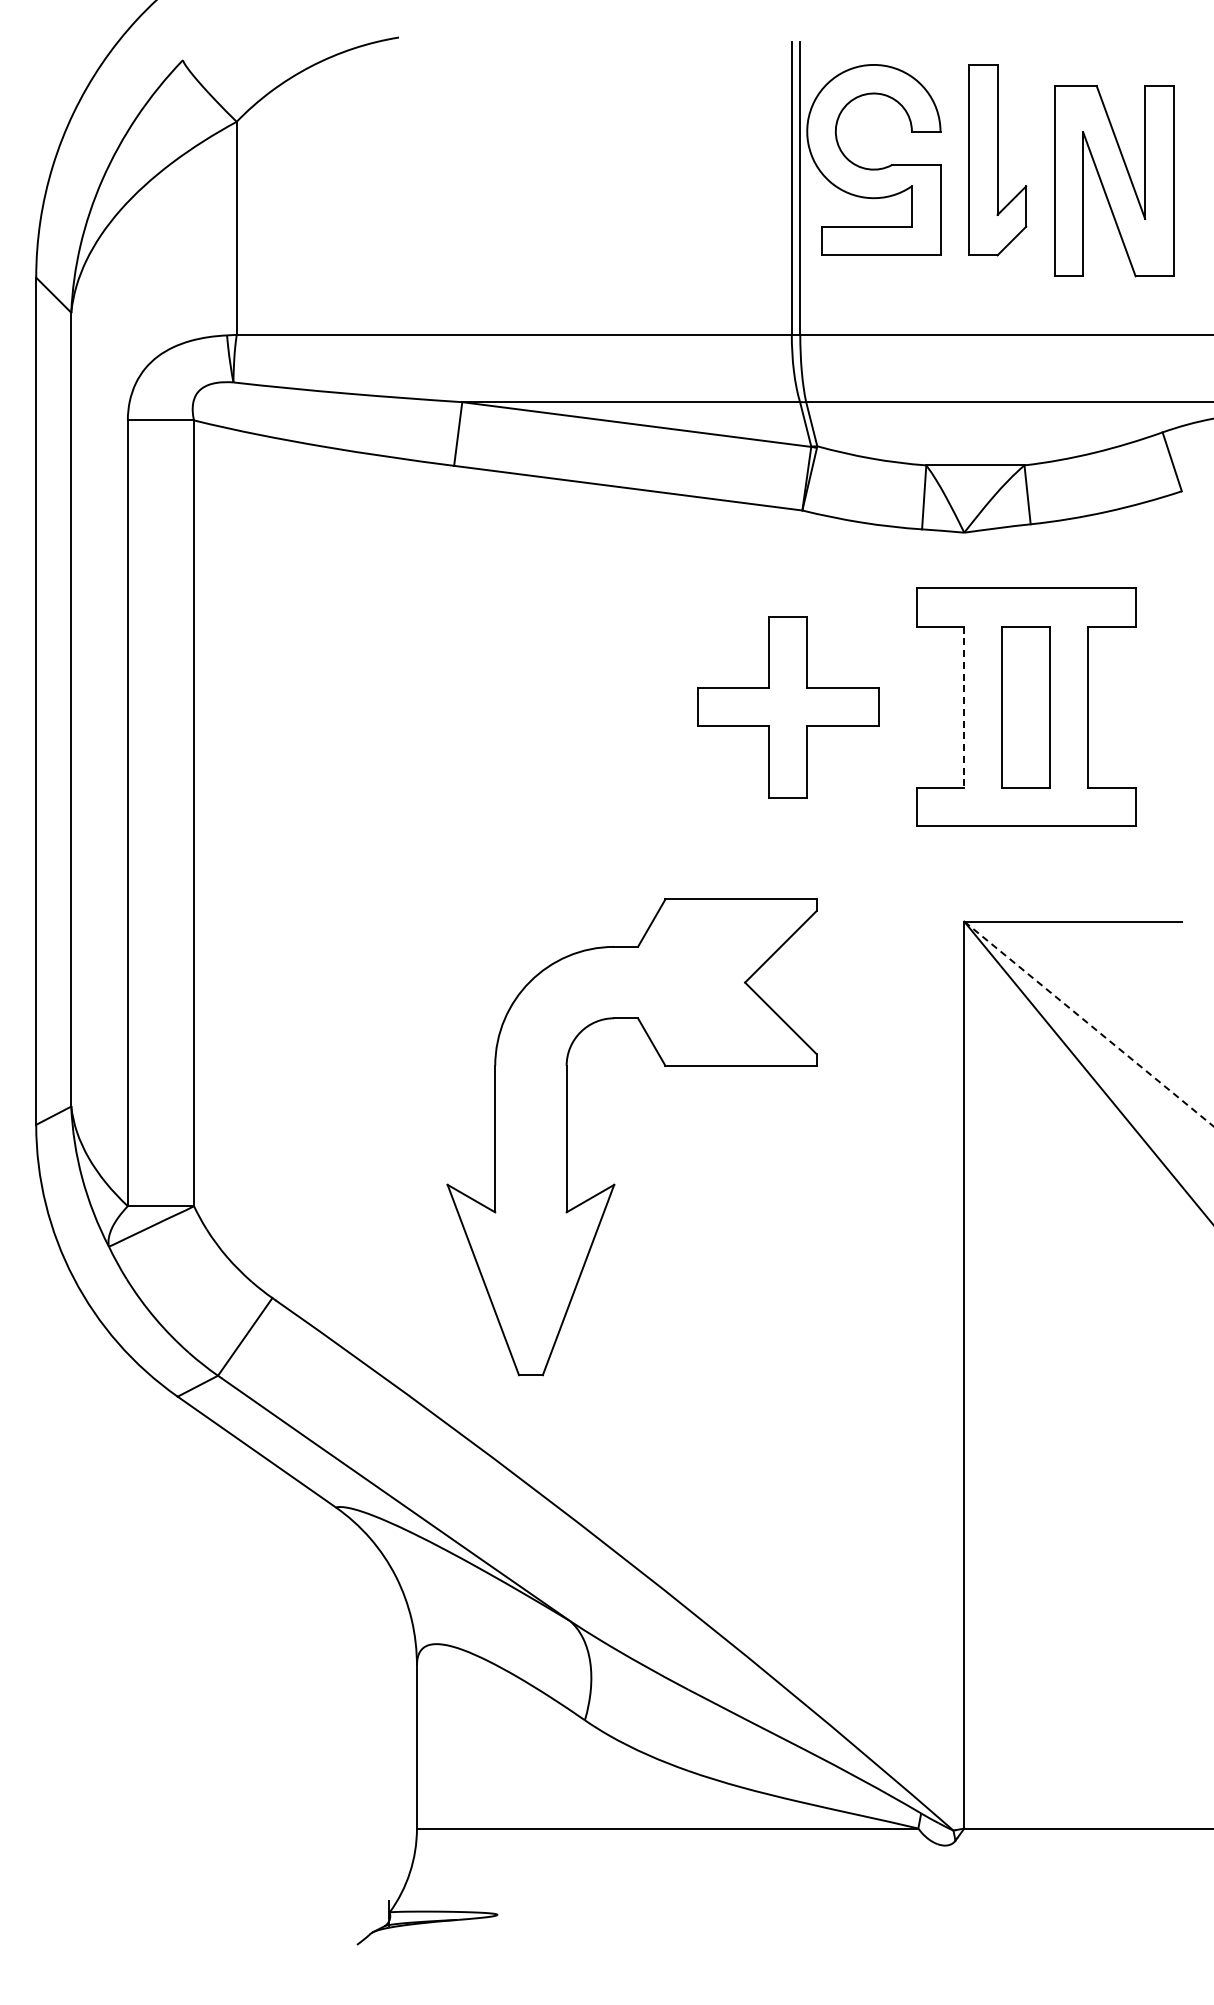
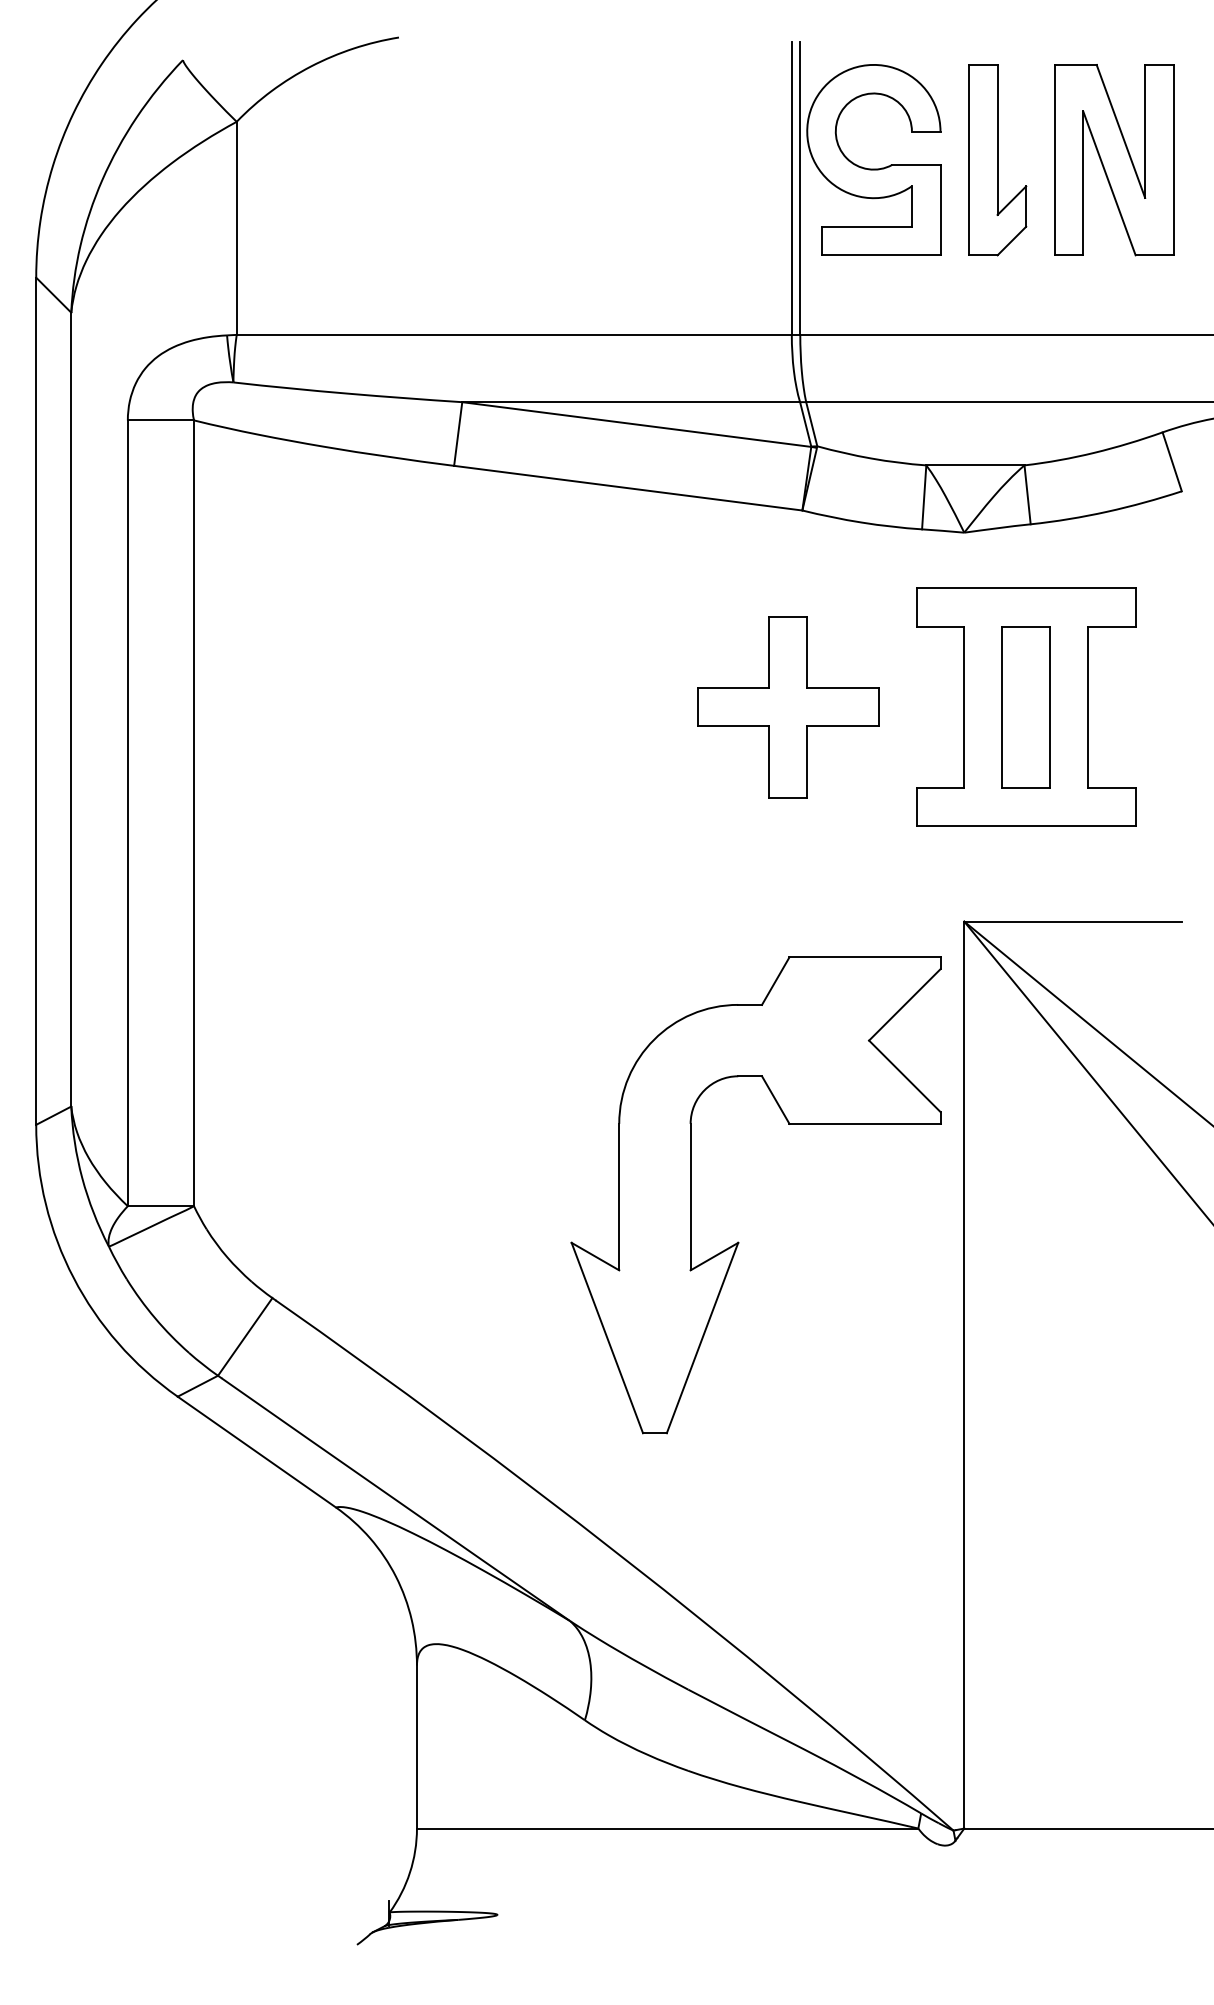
part at (1114, 181) position: (1114, 181) -> (1114, 160)
line at (964, 707): dashed -> solid
line at (1089, 1024): dashed -> solid
part at (614, 1183) position: (614, 1183) -> (738, 1241)
